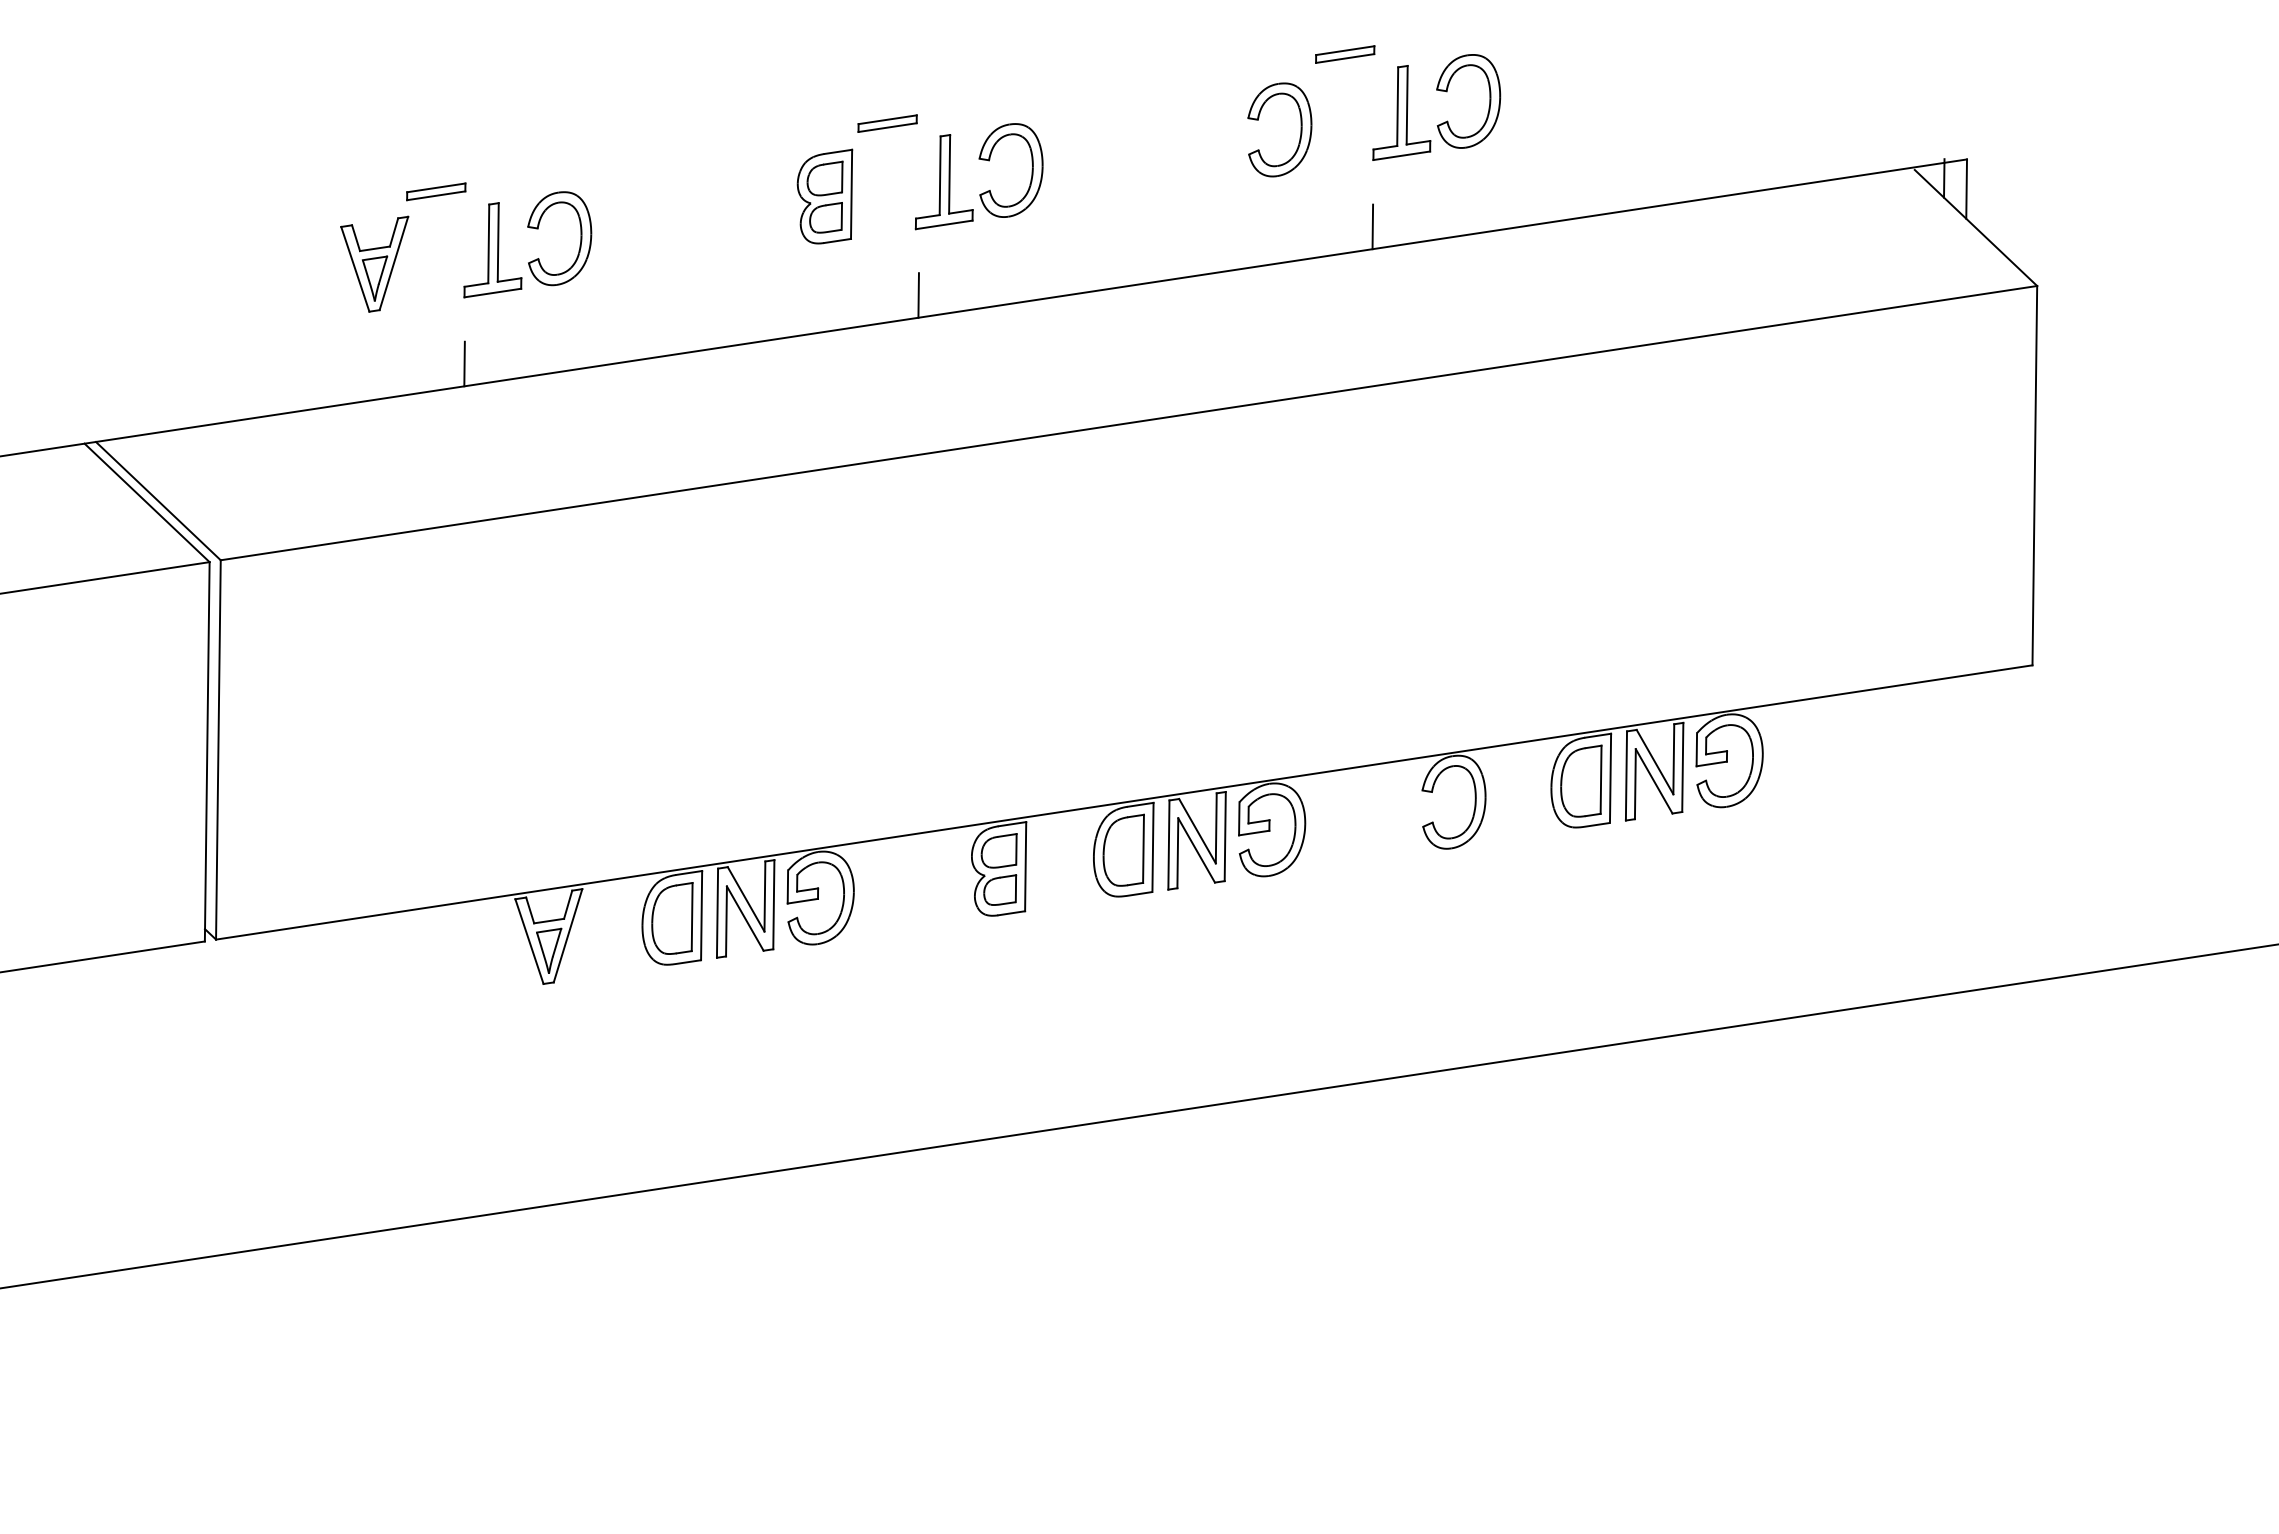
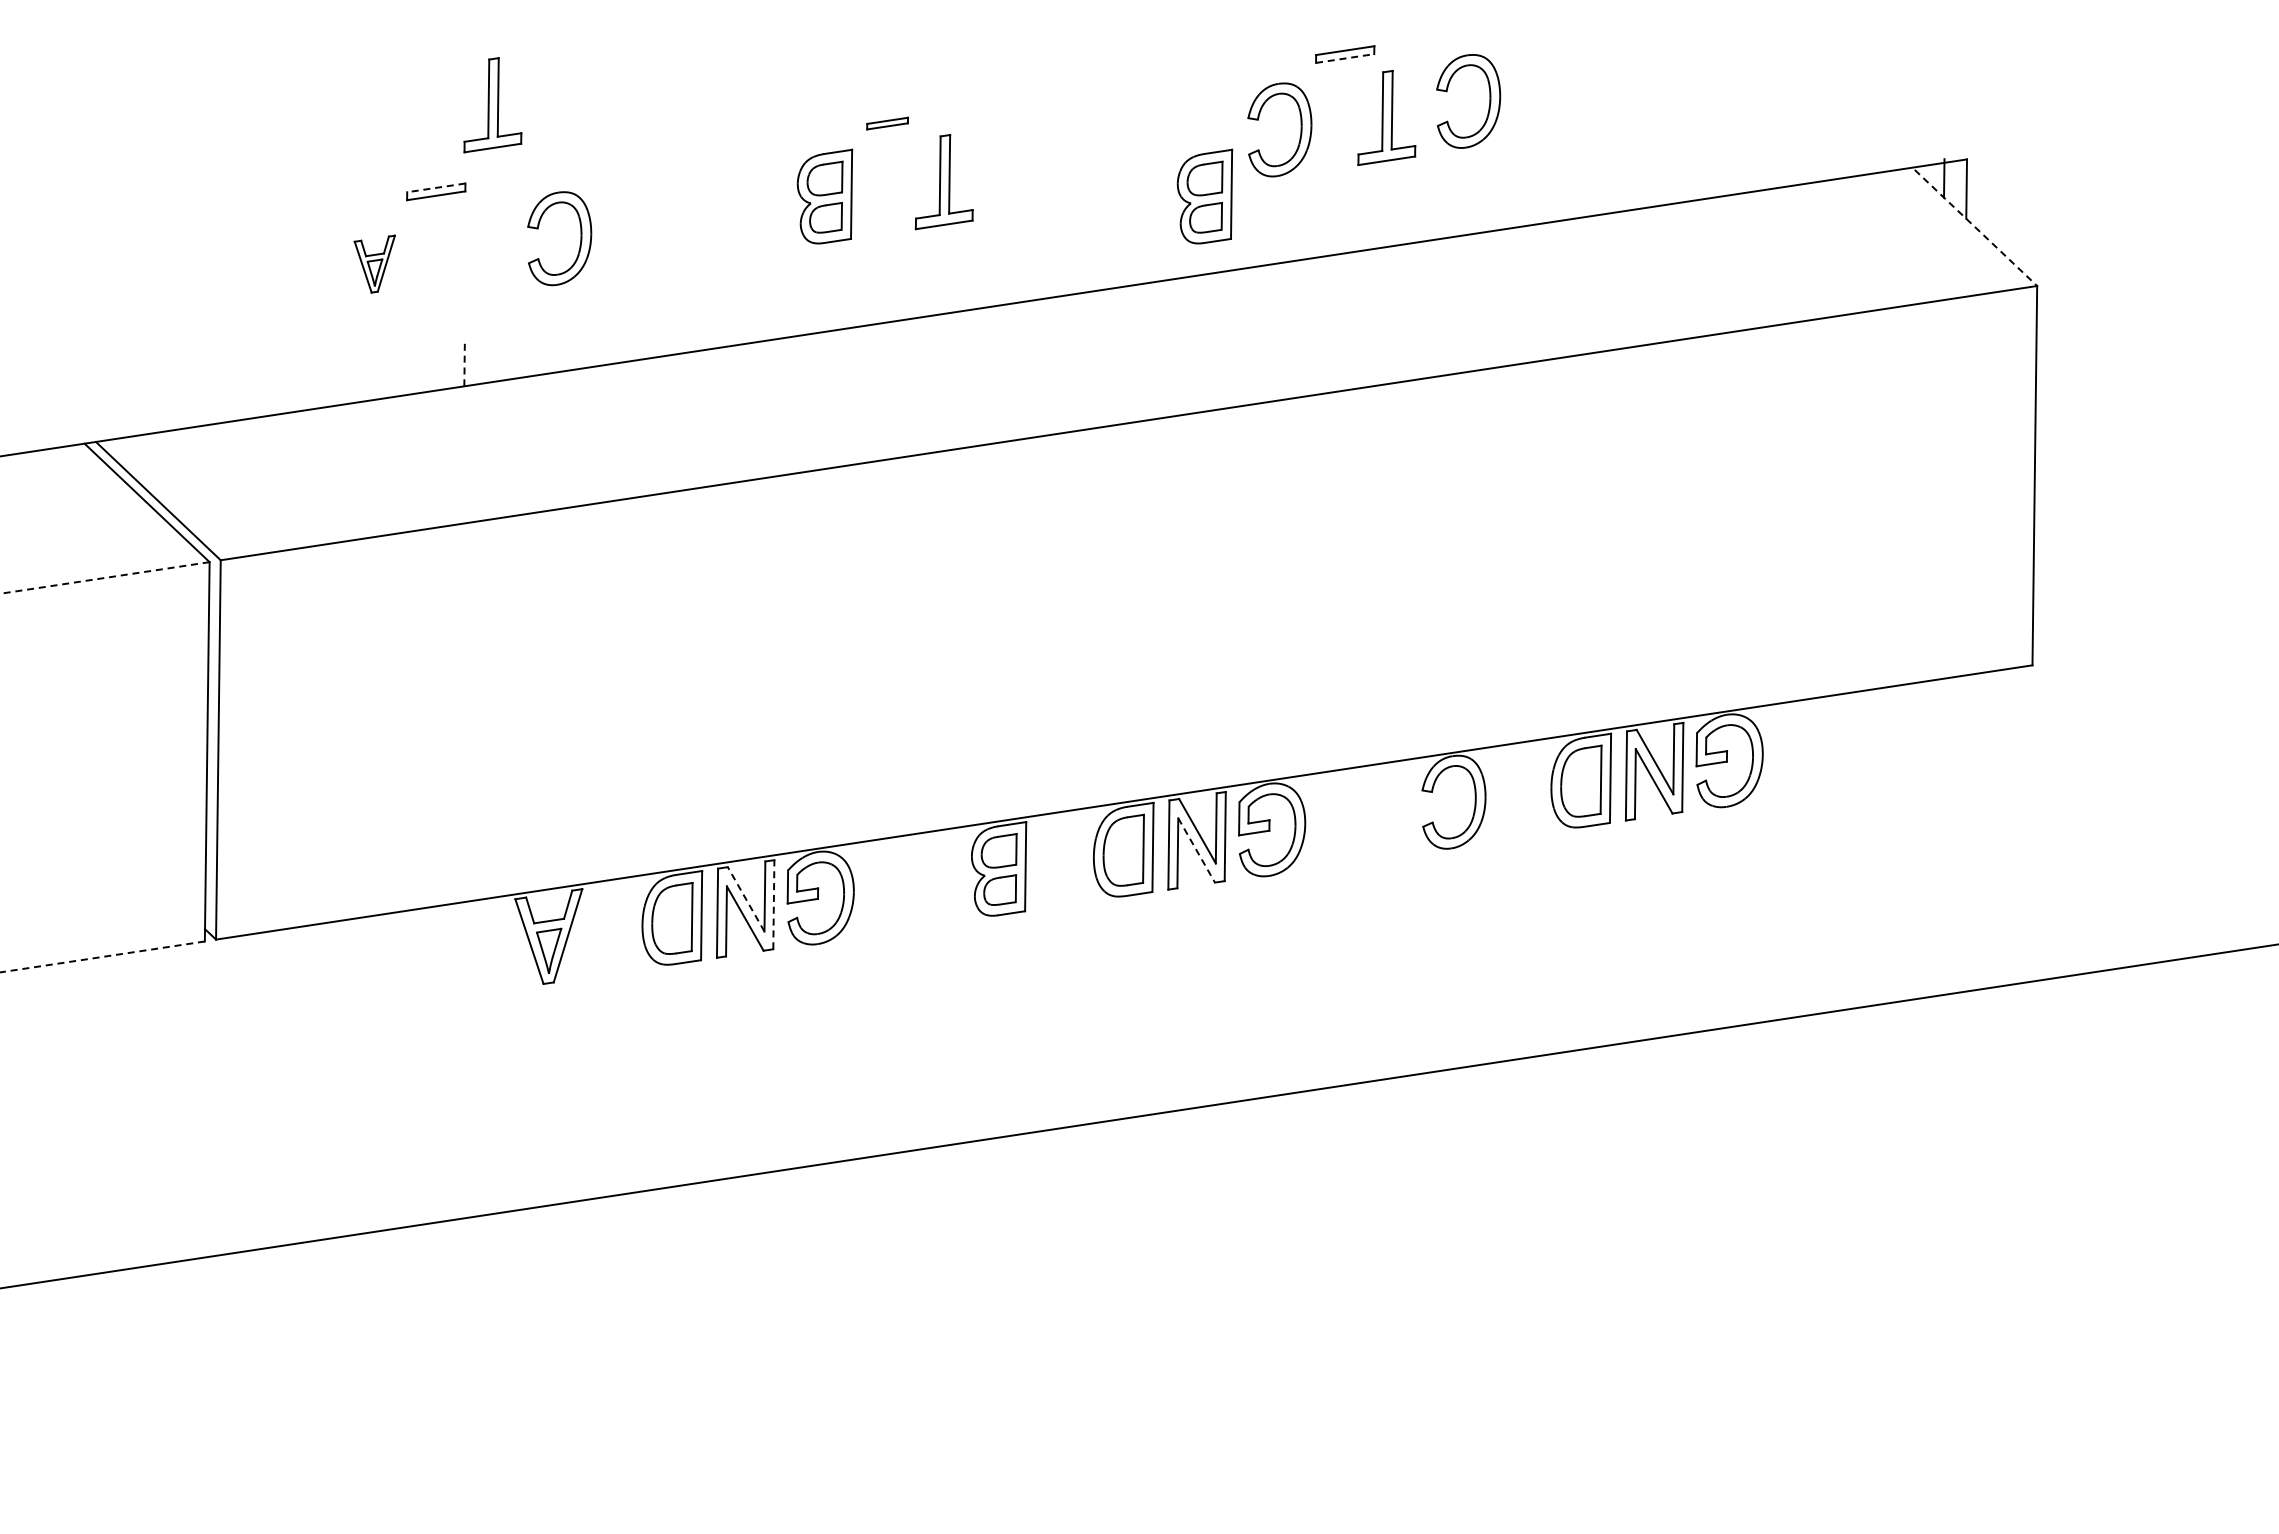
line at (1345, 58): solid -> dashed
part at (1401, 112) position: (1401, 112) -> (1386, 117)
part at (887, 123) size: 61x19 px -> 43x15 px
part at (1031, 170): present -> none
line at (435, 187): solid -> dashed
part at (1204, 196): none -> present
line at (1372, 226): present -> none
line at (1976, 228): solid -> dashed
part at (492, 250) position: (492, 250) -> (492, 105)
part at (374, 263) size: 70x98 px -> 43x60 px
line at (918, 295): present -> none
line at (464, 363): solid -> dashed
line at (104, 577): solid -> dashed
line at (1196, 850): solid -> dashed
line at (745, 898): solid -> dashed
line at (773, 904): solid -> dashed
line at (102, 957): solid -> dashed
